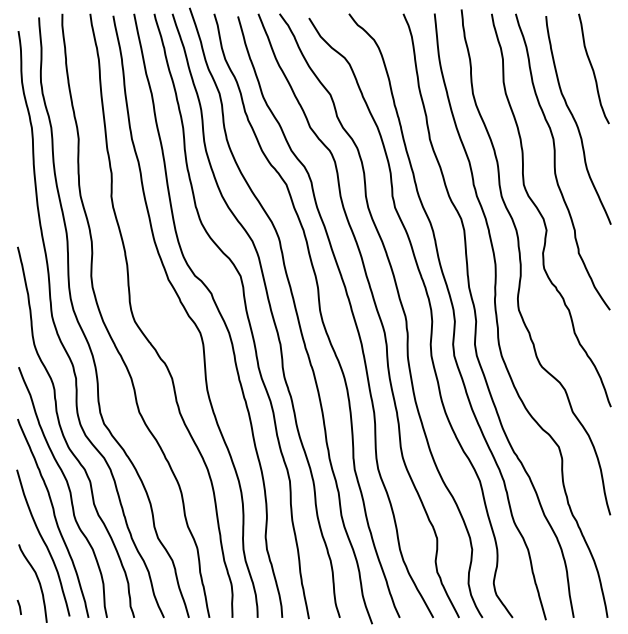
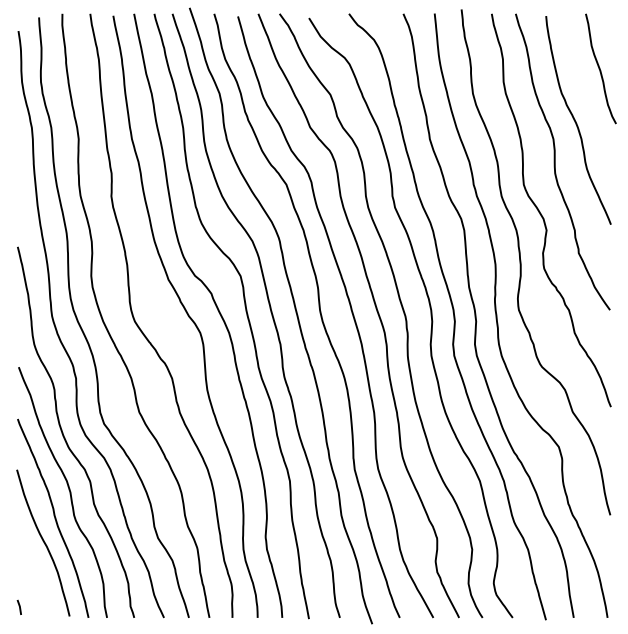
curve at (593, 68) position: (593, 68) -> (600, 68)
curve at (37, 580): present -> none
